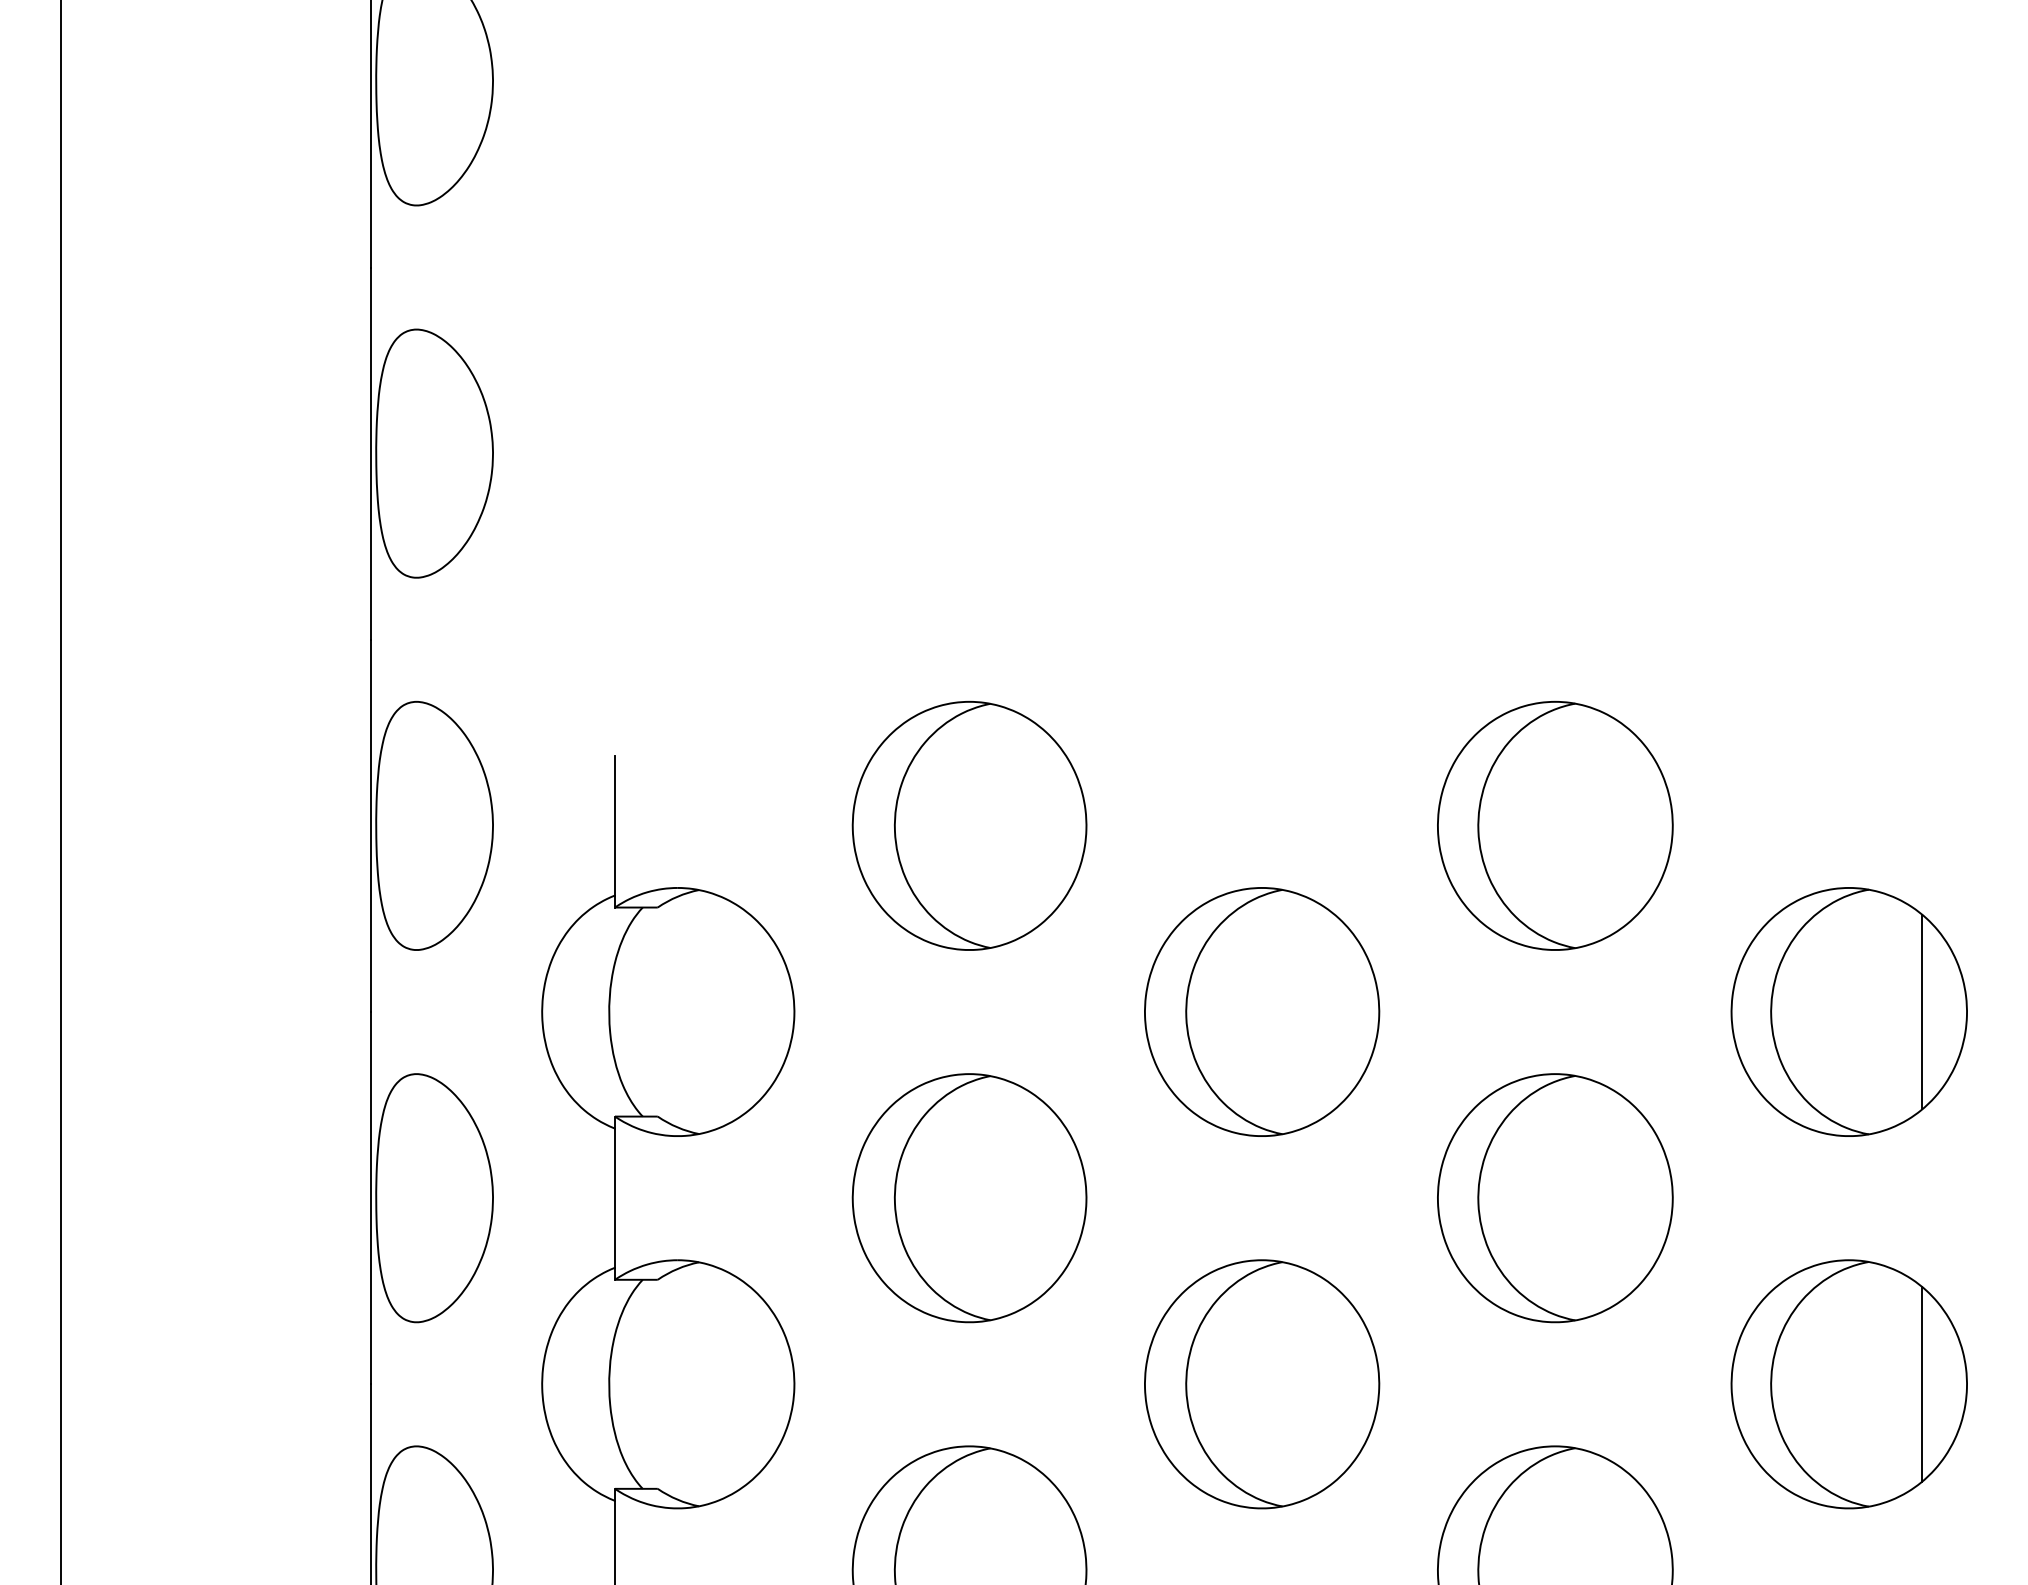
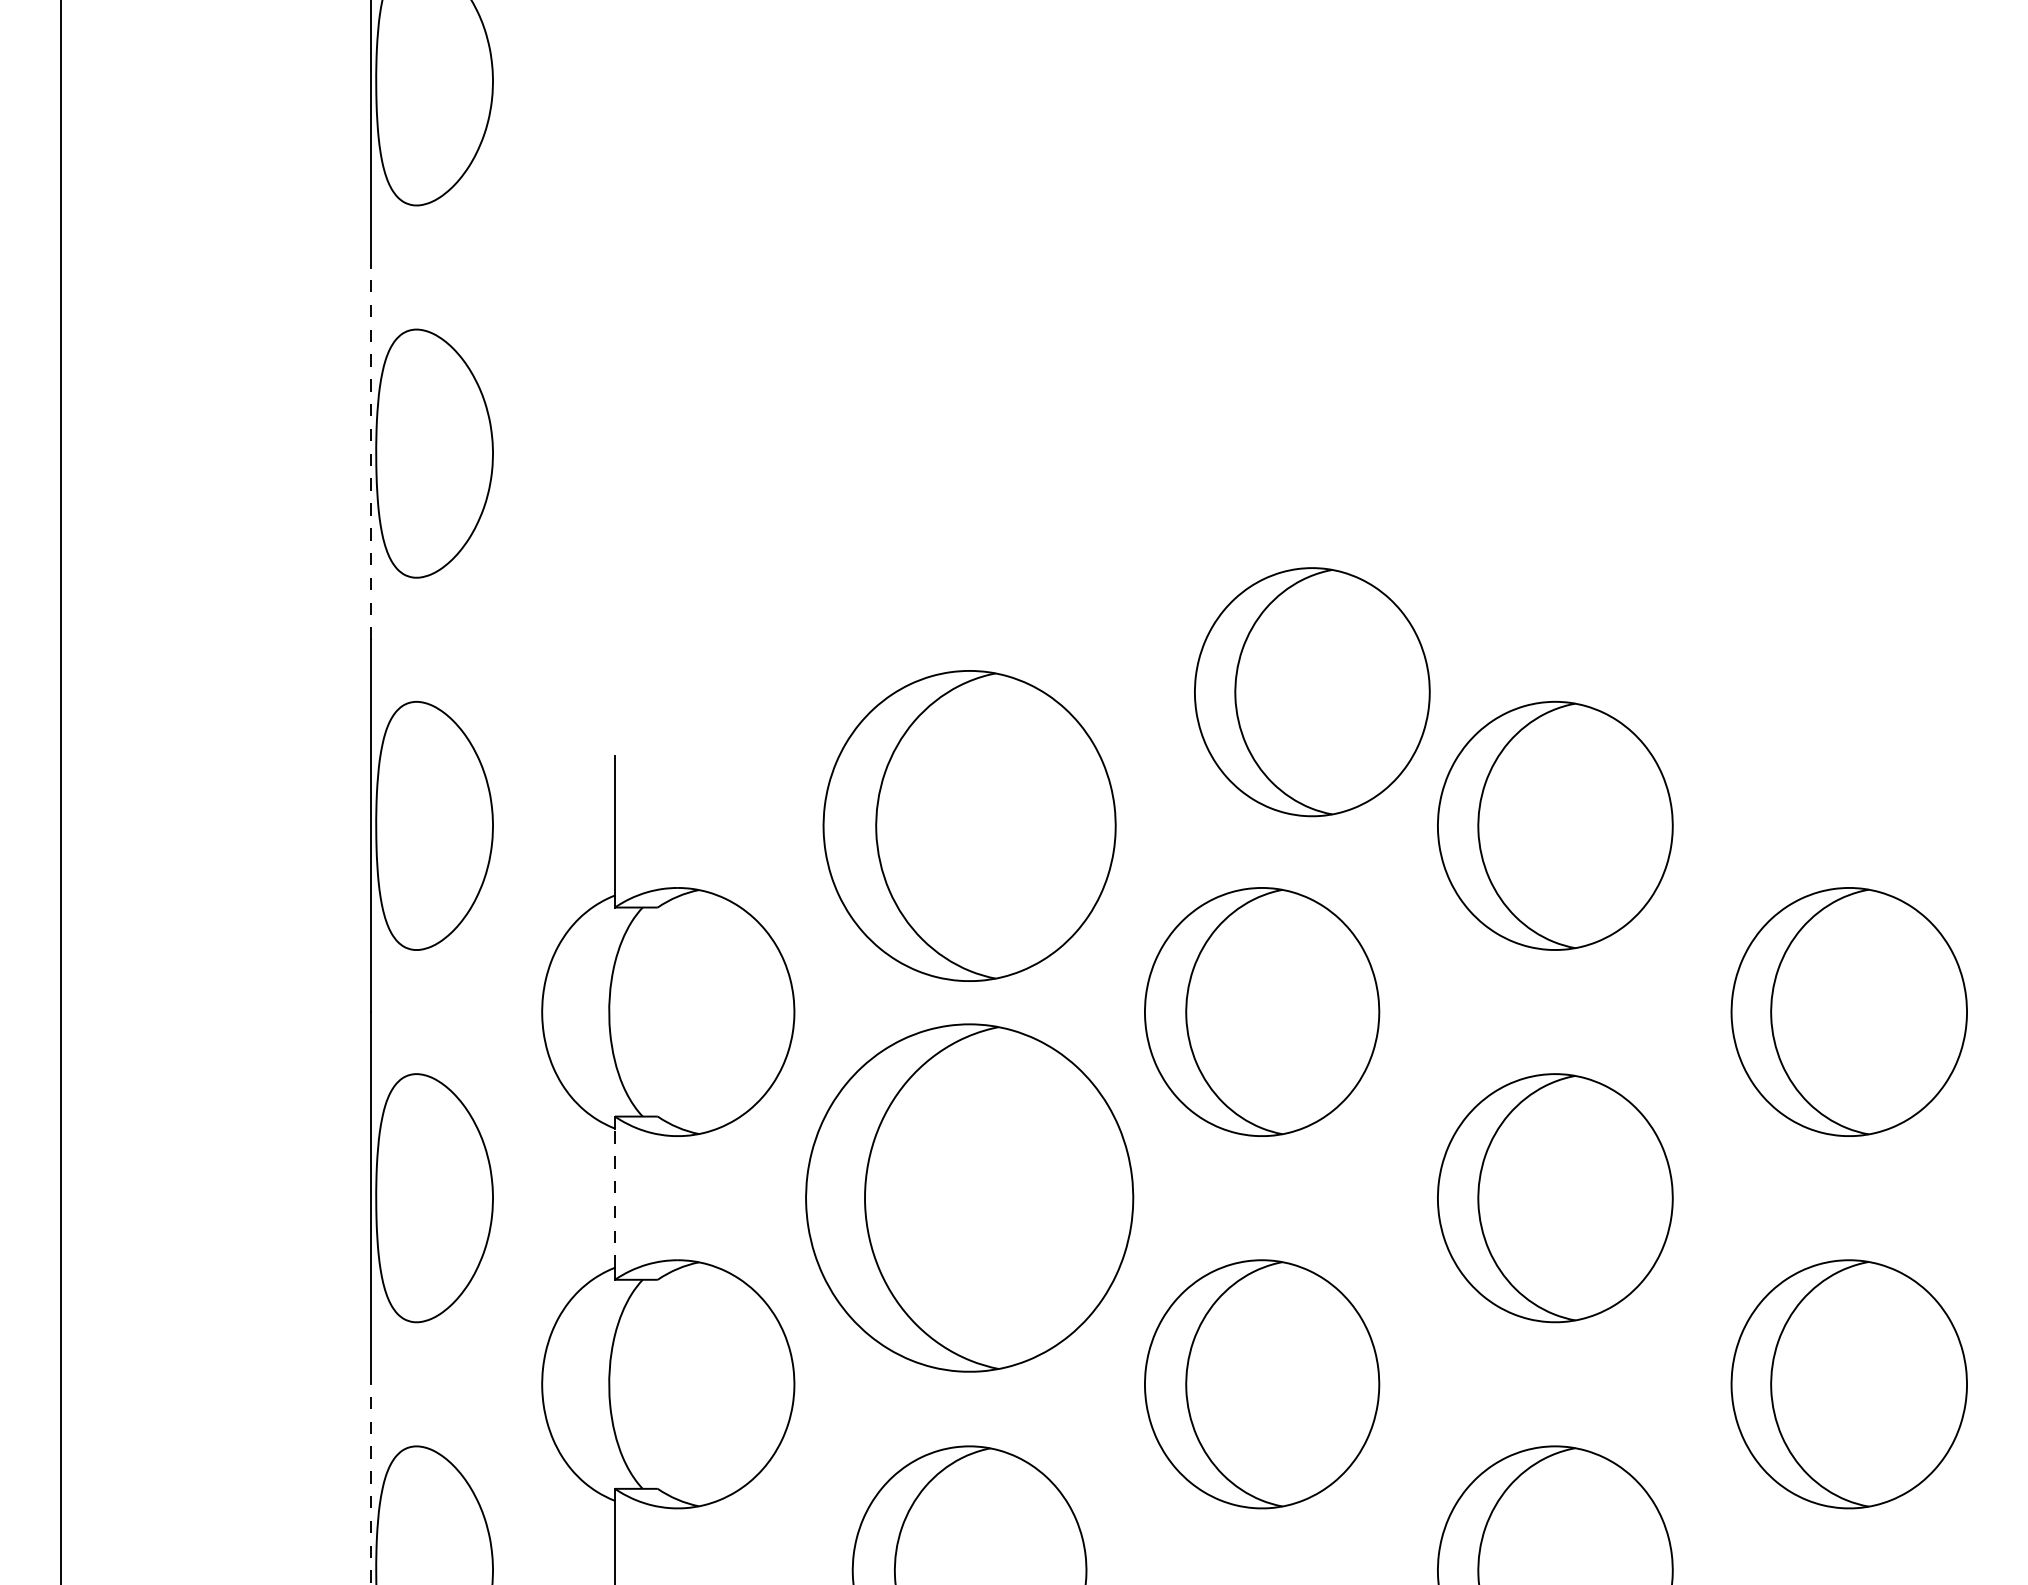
line at (371, 453): solid -> dashed
part at (1312, 692): none -> present
part at (969, 825) size: 237x251 px -> 295x312 px
line at (1922, 1011): present -> none
line at (615, 1198): solid -> dashed
part at (969, 1198) size: 237x251 px -> 330x350 px
line at (1922, 1383): present -> none
line at (371, 1484): solid -> dashed
